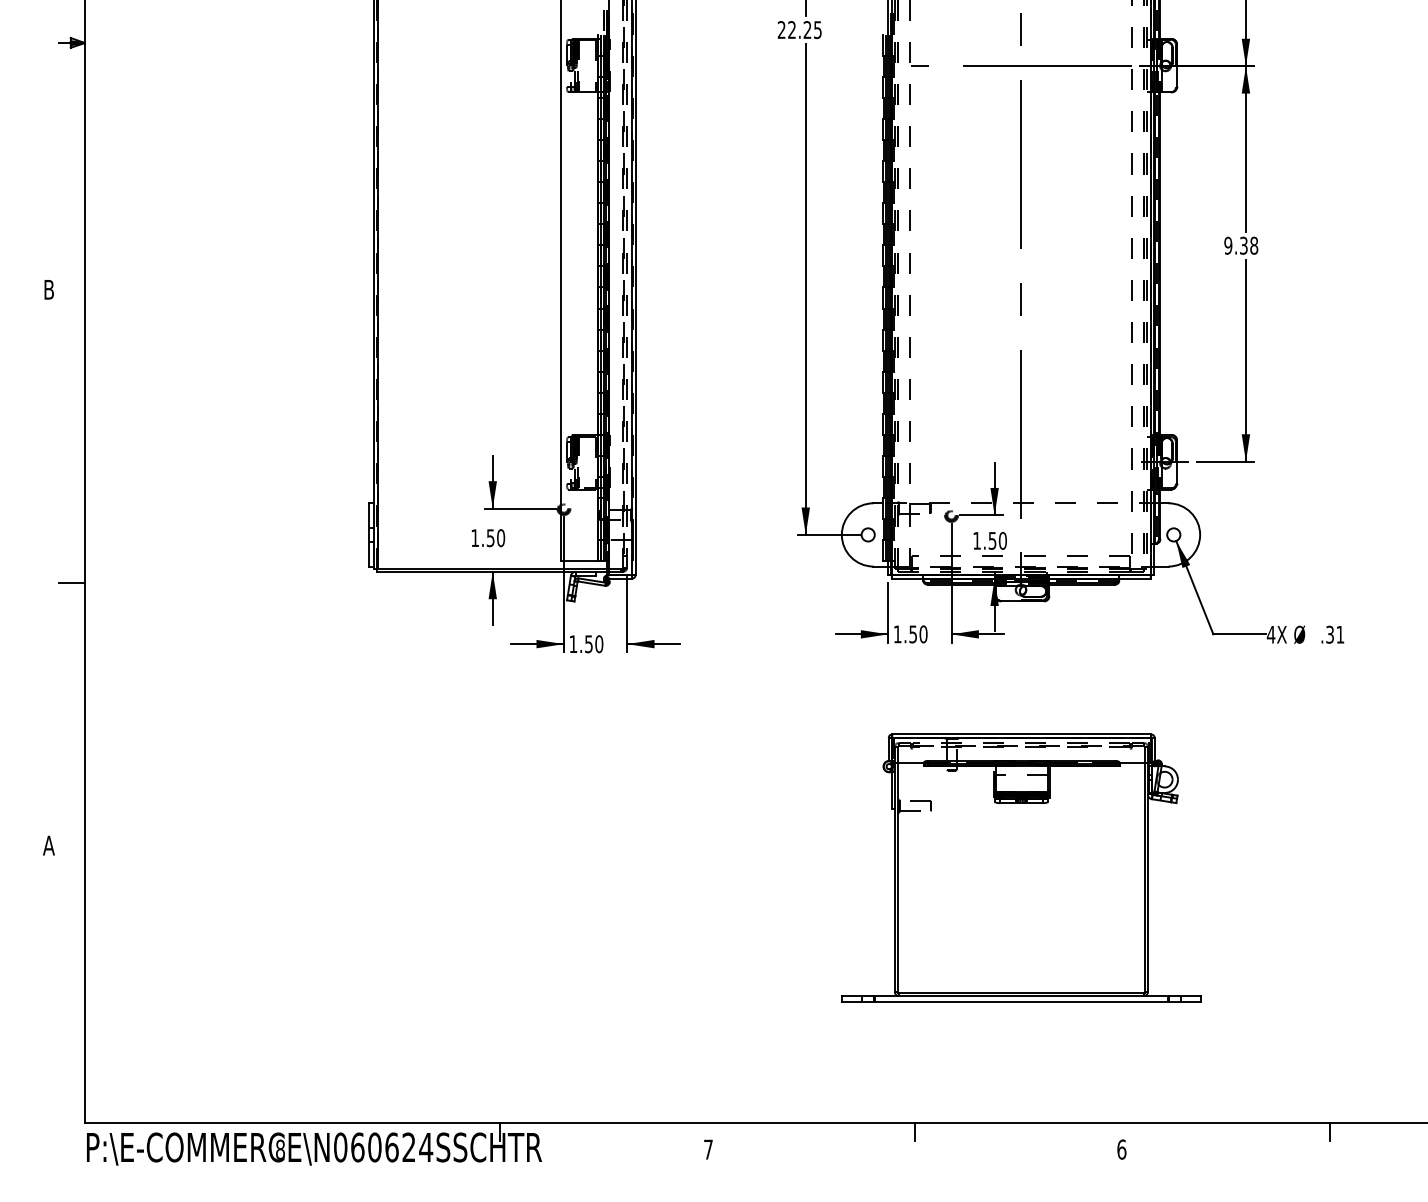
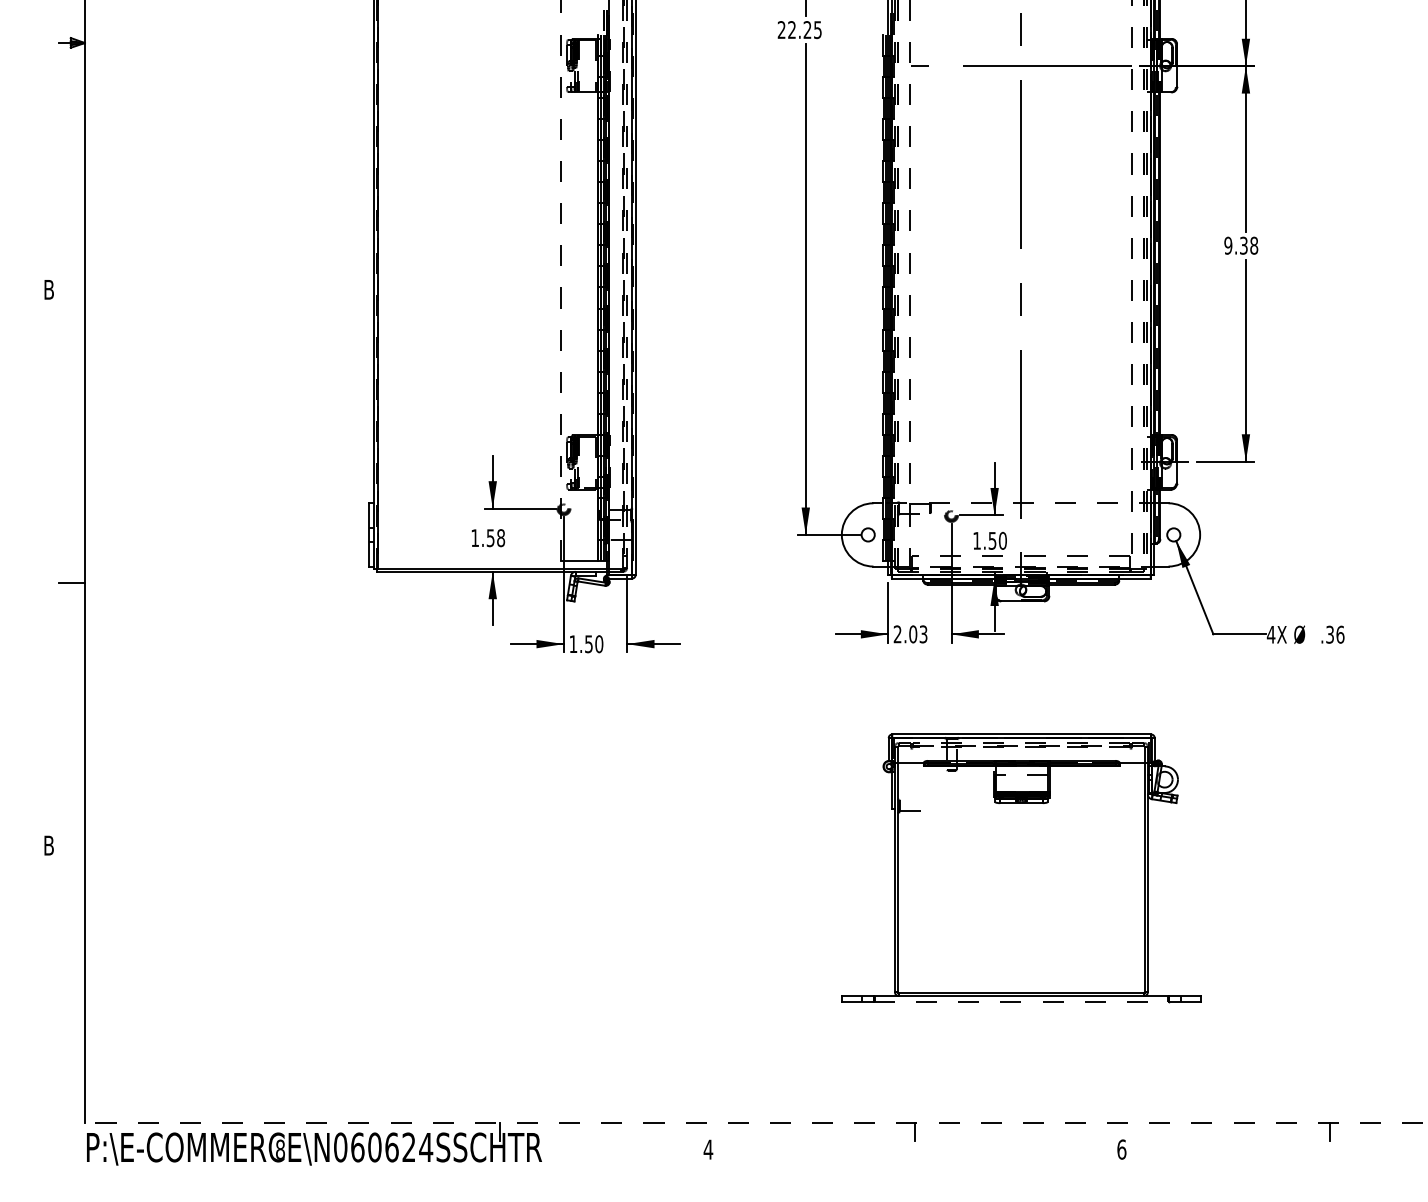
line at (561, 281): solid -> dashed
text at (501, 537): 1.50 -> 1.58
text at (910, 634): 1.50 -> 2.03
text at (1340, 634): .31 -> .36
part at (920, 805): present -> none
text at (48, 845): A -> B
line at (1021, 1001): solid -> dashed
line at (755, 1123): solid -> dashed
text at (708, 1149): 7 -> 4
